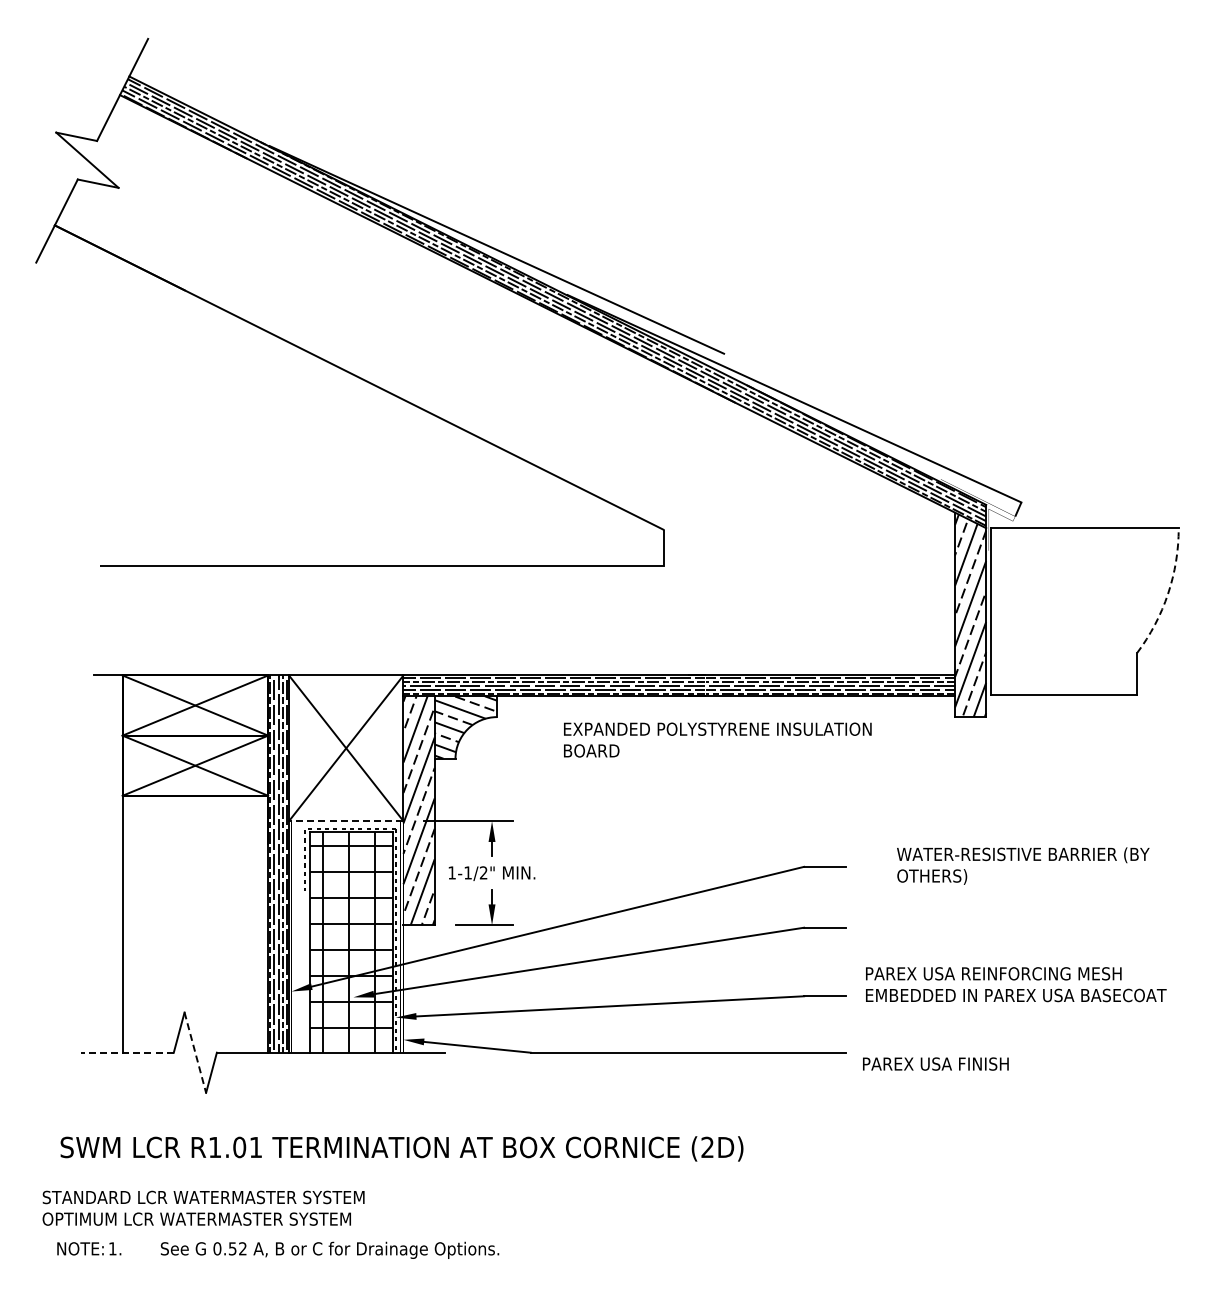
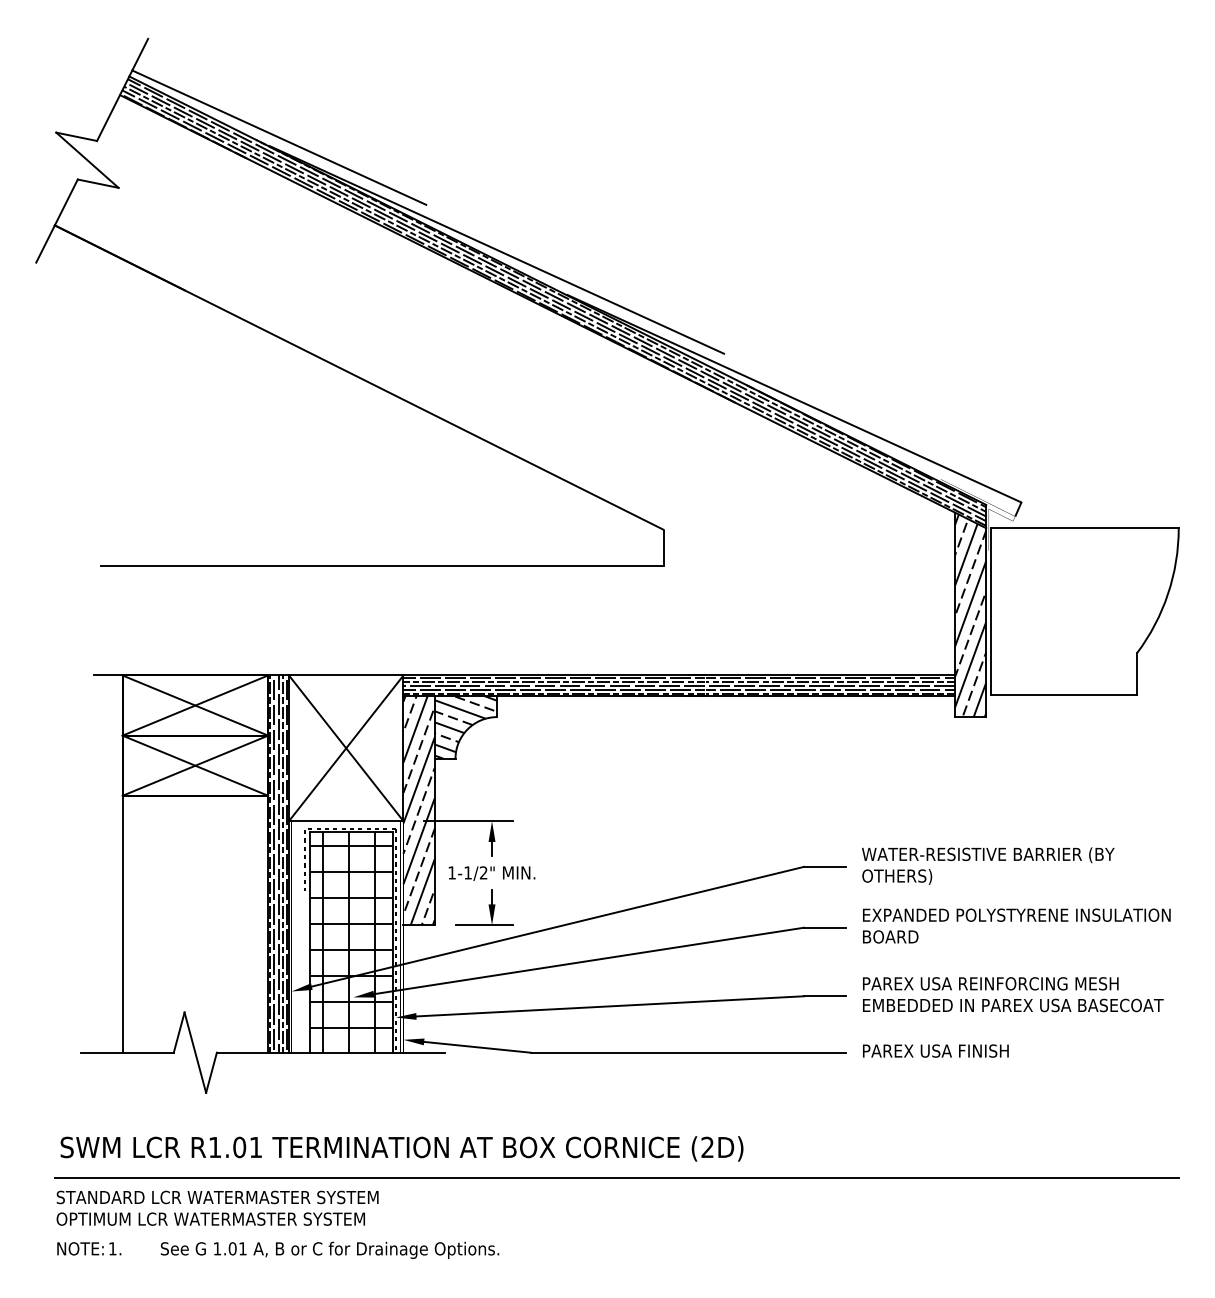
line at (279, 137): none -> present
arc at (1168, 594): dashed -> solid
text at (717, 739) position: (717, 739) -> (1016, 925)
line at (345, 821): dashed -> solid
text at (1023, 865) position: (1023, 865) -> (988, 865)
text at (1016, 984) position: (1016, 984) -> (1013, 994)
line at (126, 1052): dashed -> solid
line at (195, 1052): dashed -> solid
text at (935, 1063) position: (935, 1063) -> (935, 1050)
line at (616, 1177): none -> present
text at (203, 1207) position: (203, 1207) -> (217, 1207)
text at (229, 1248): 0.52 -> 1.01
